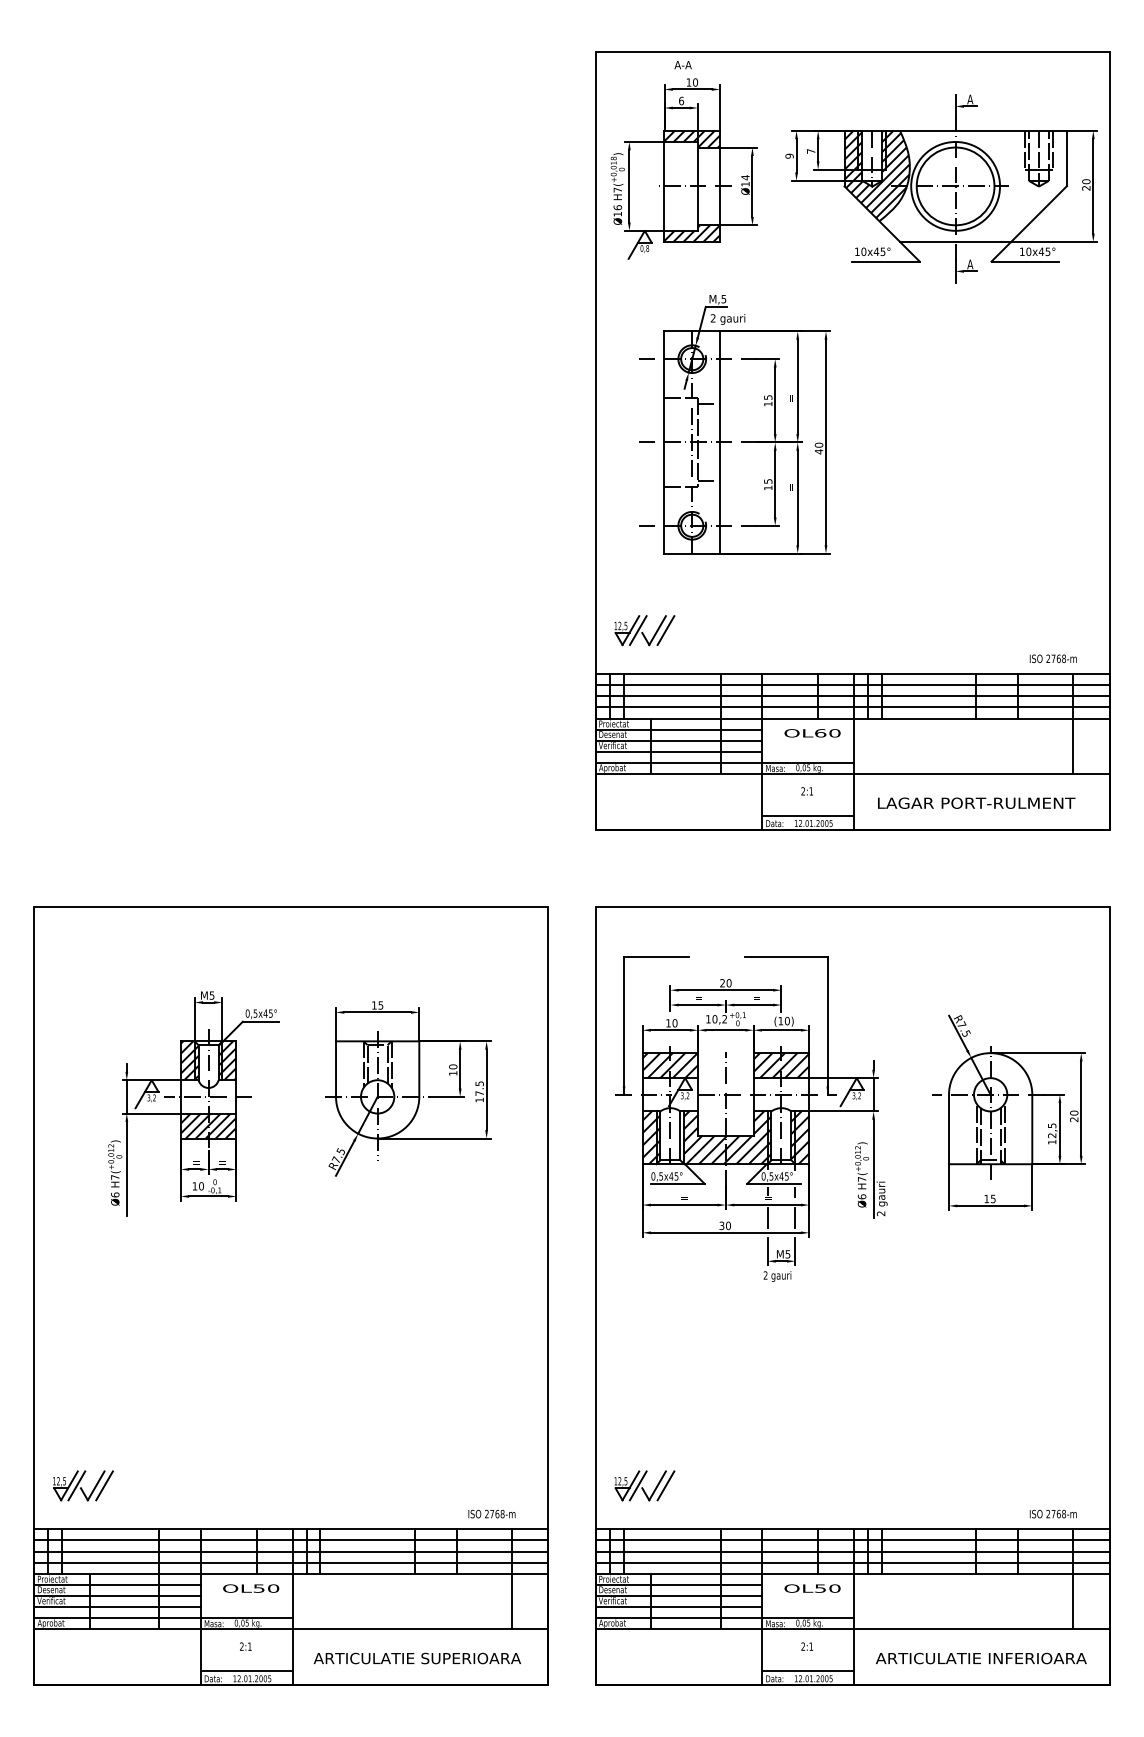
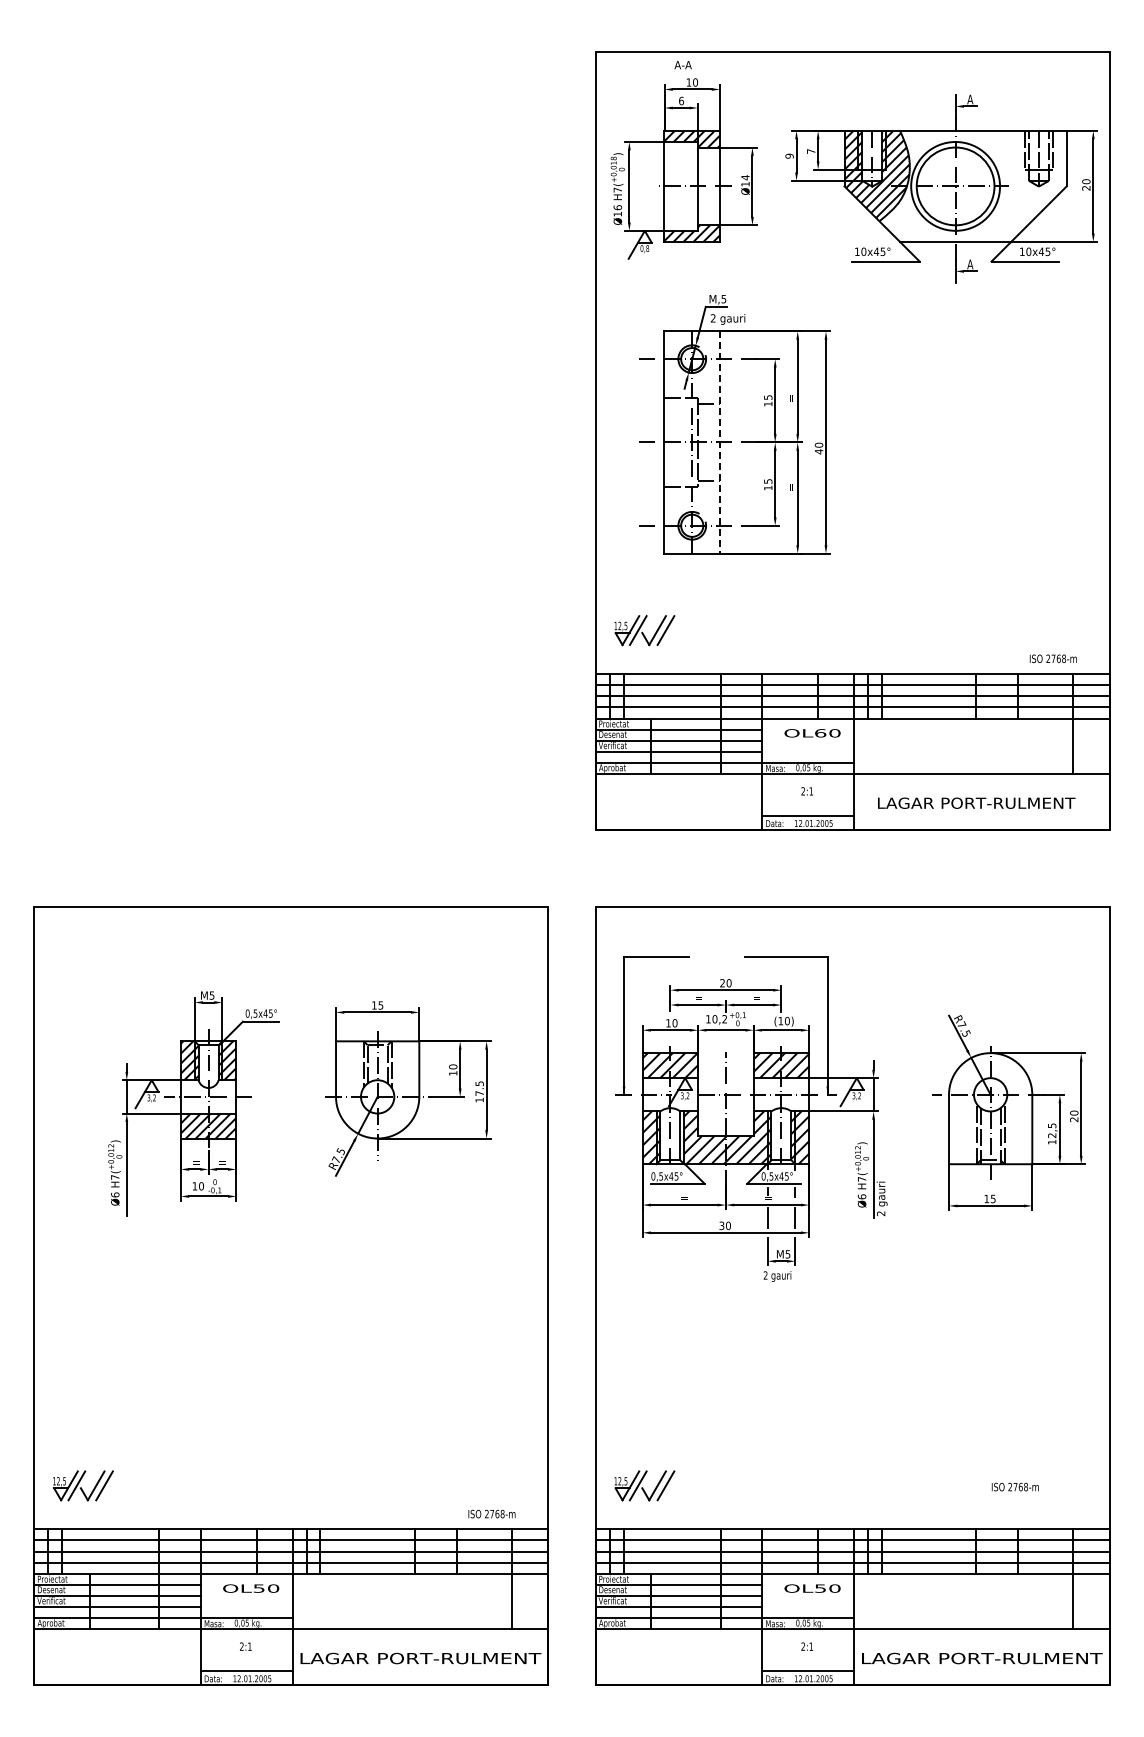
line at (720, 442): solid -> dashed
text at (1052, 1513) position: (1052, 1513) -> (1014, 1486)
text at (420, 1658): ARTICULATIE SUPERIOARA -> LAGAR PORT-RULMENT
text at (982, 1658): ARTICULATIE INFERIOARA -> LAGAR PORT-RULMENT
